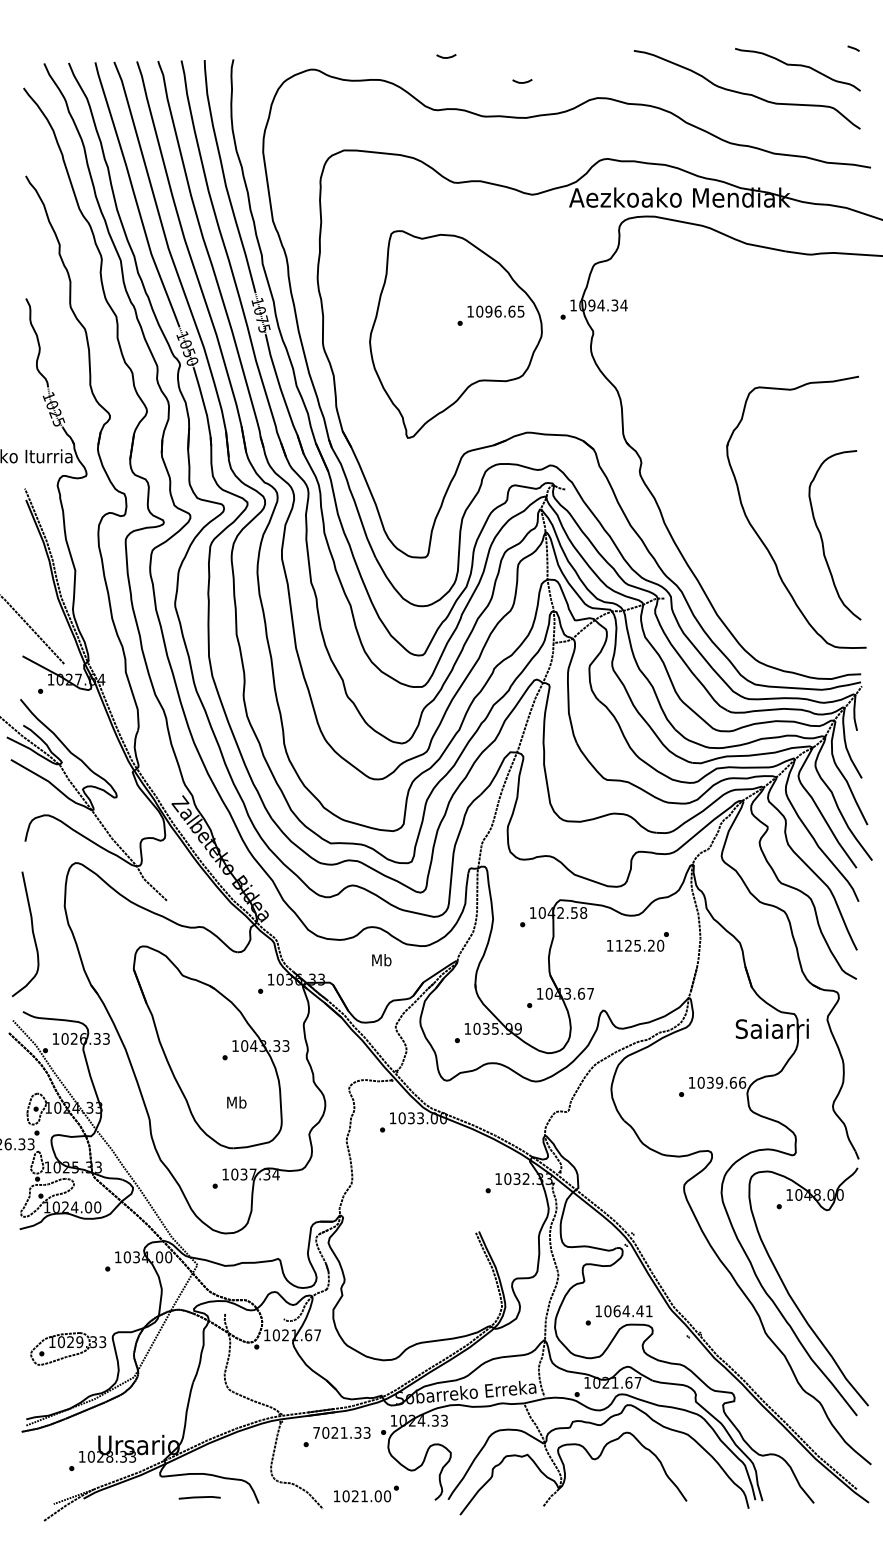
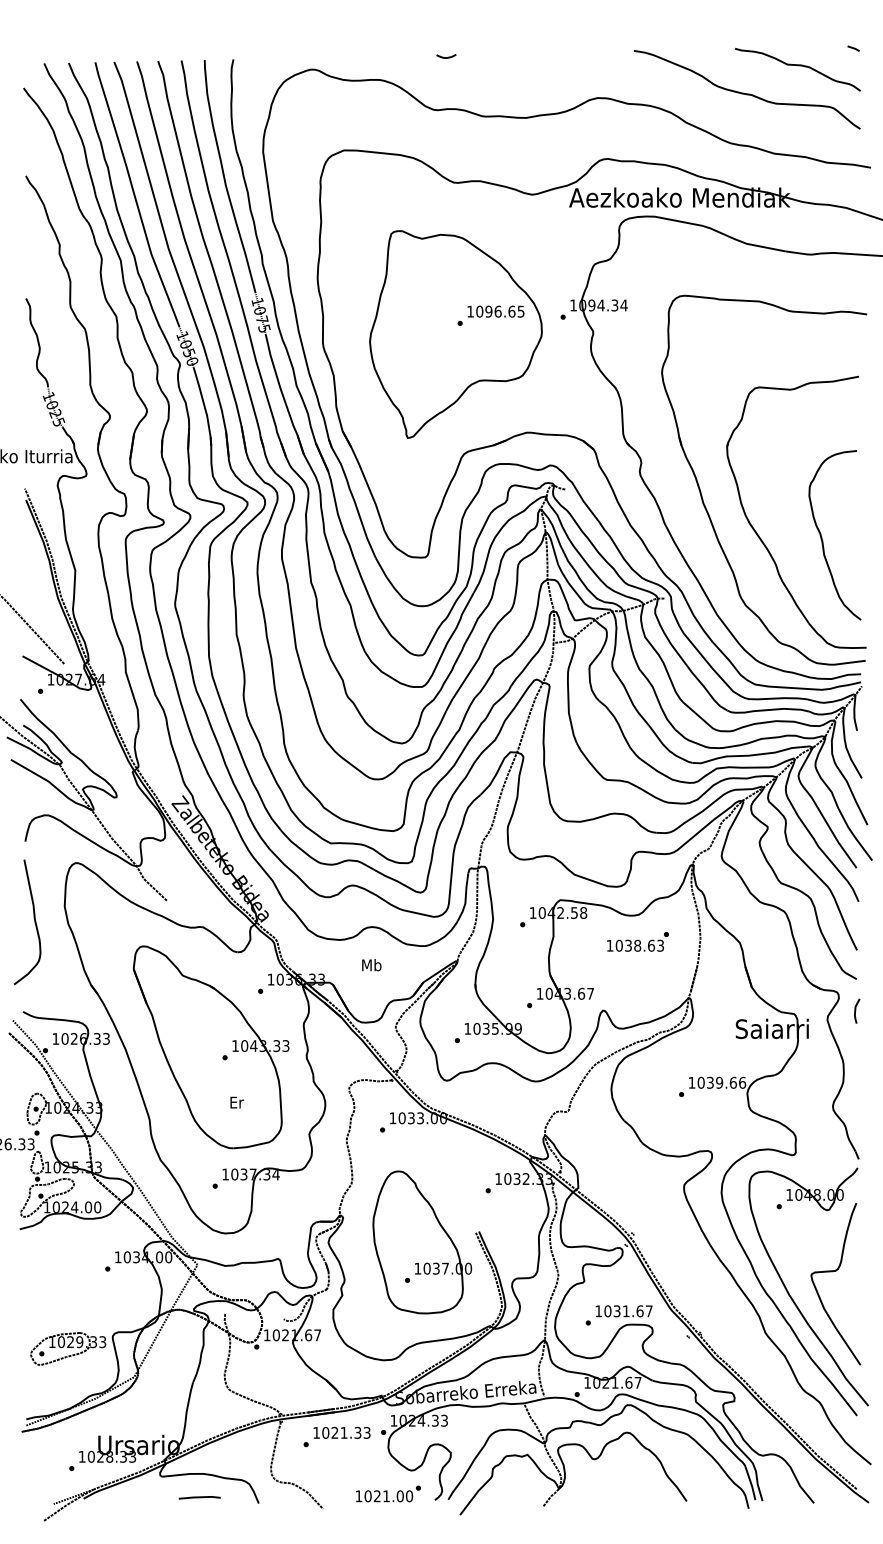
curve at (522, 82): present -> none
part at (702, 495): none -> present
curve at (32, 934) position: (32, 934) -> (34, 922)
text at (639, 945): 1125.20 -> 1038.63
text at (381, 960) position: (381, 960) -> (371, 965)
line at (856, 1010): none -> present
text at (236, 1102): Mb -> Er
part at (422, 1242): none -> present
curve at (832, 1272): none -> present
text at (632, 1311): 1064.41 -> 1031.67
text at (316, 1432): 7021.33 -> 1021.33
text at (366, 1493) position: (366, 1493) -> (388, 1493)
